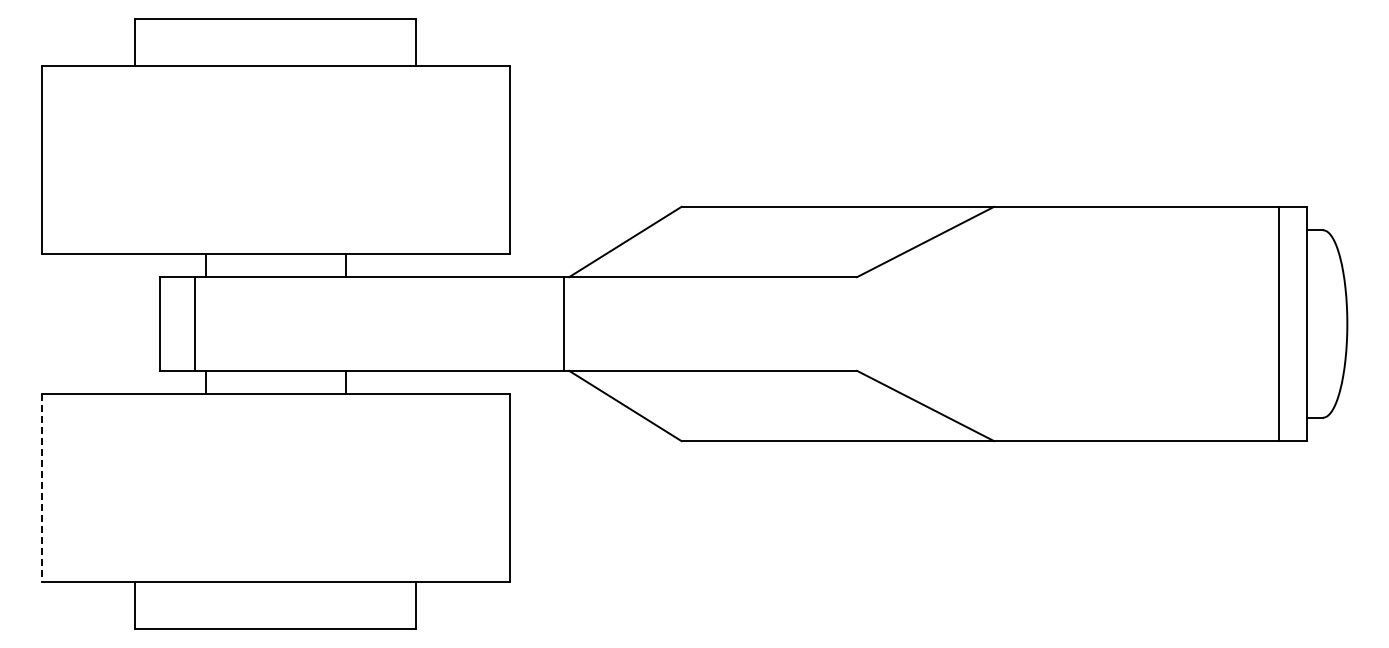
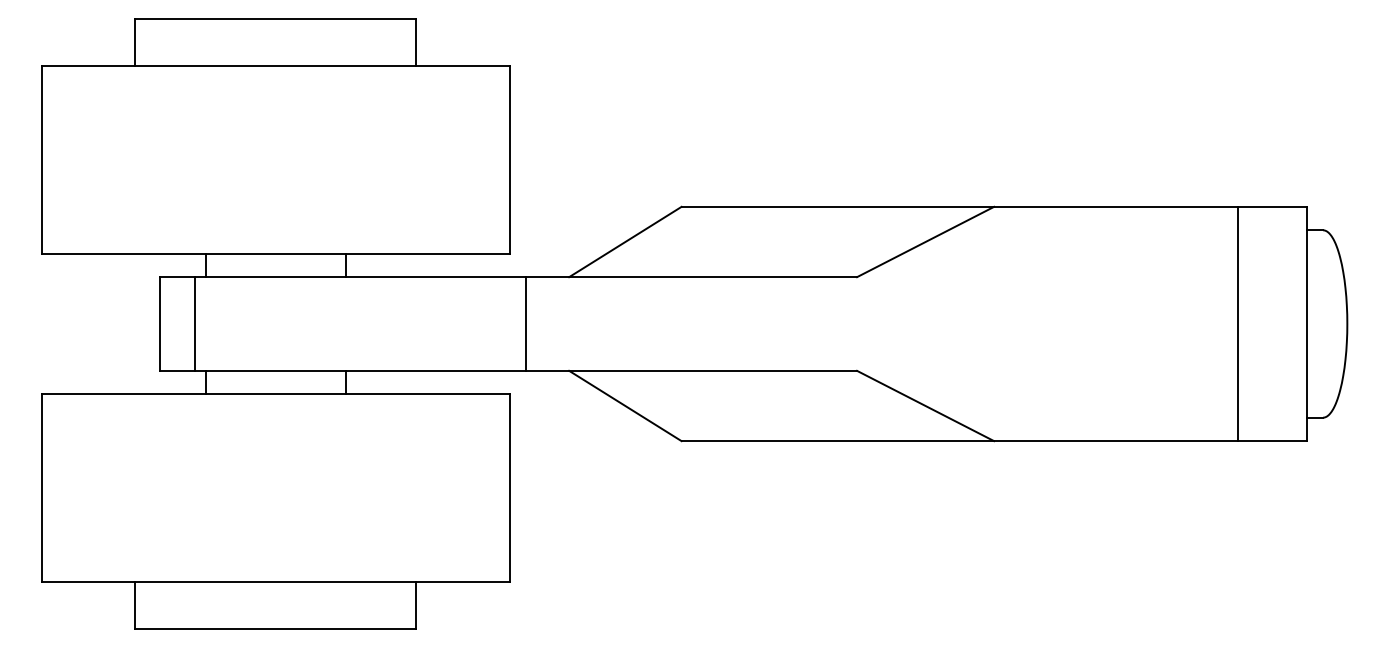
line at (563, 323) position: (563, 323) -> (525, 323)
line at (1278, 323) position: (1278, 323) -> (1237, 323)
line at (41, 487): dashed -> solid
